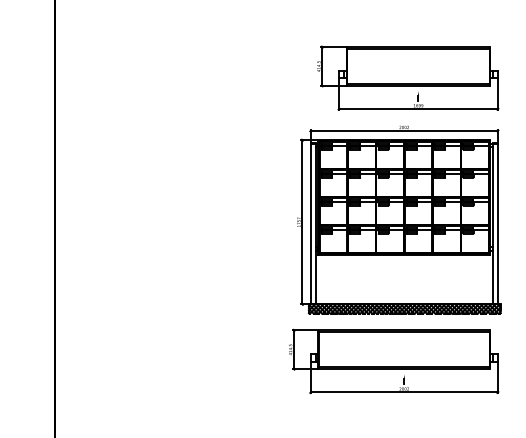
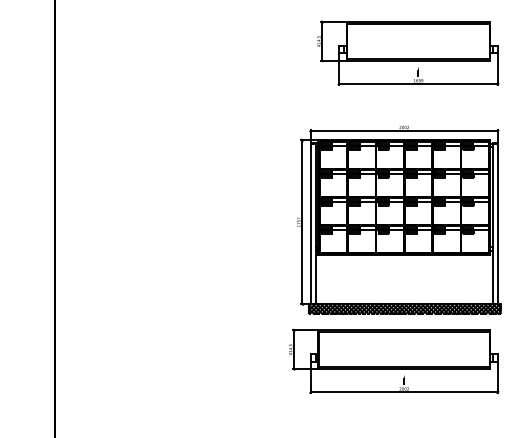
part at (408, 77) position: (408, 77) -> (408, 52)
